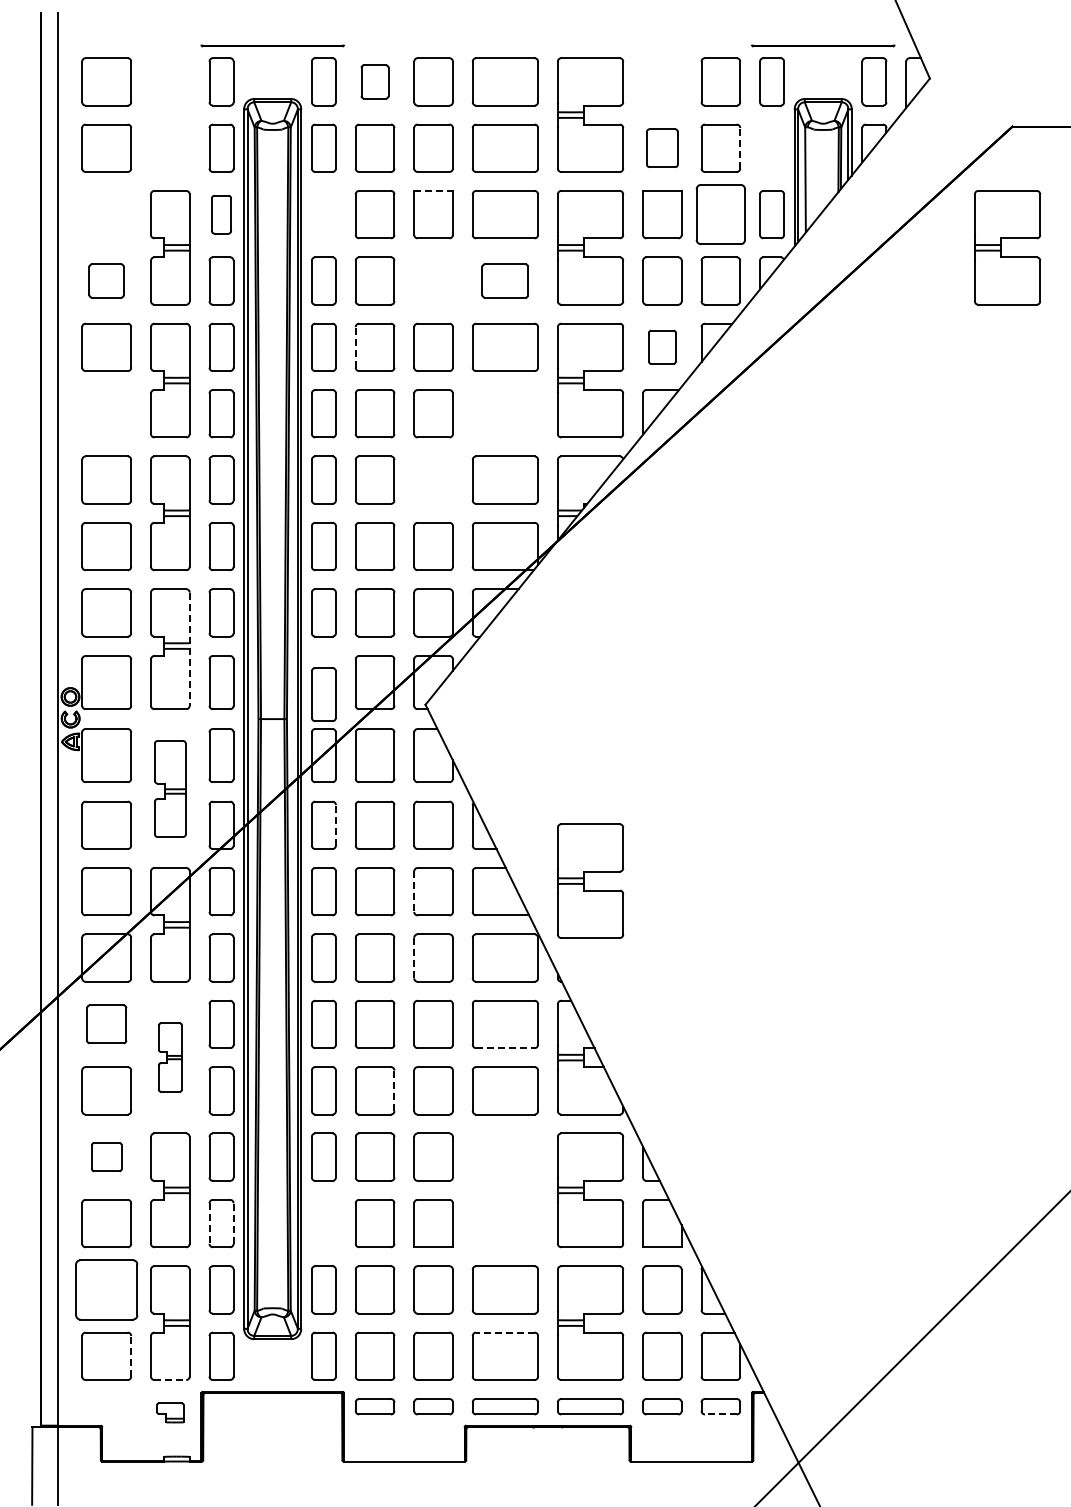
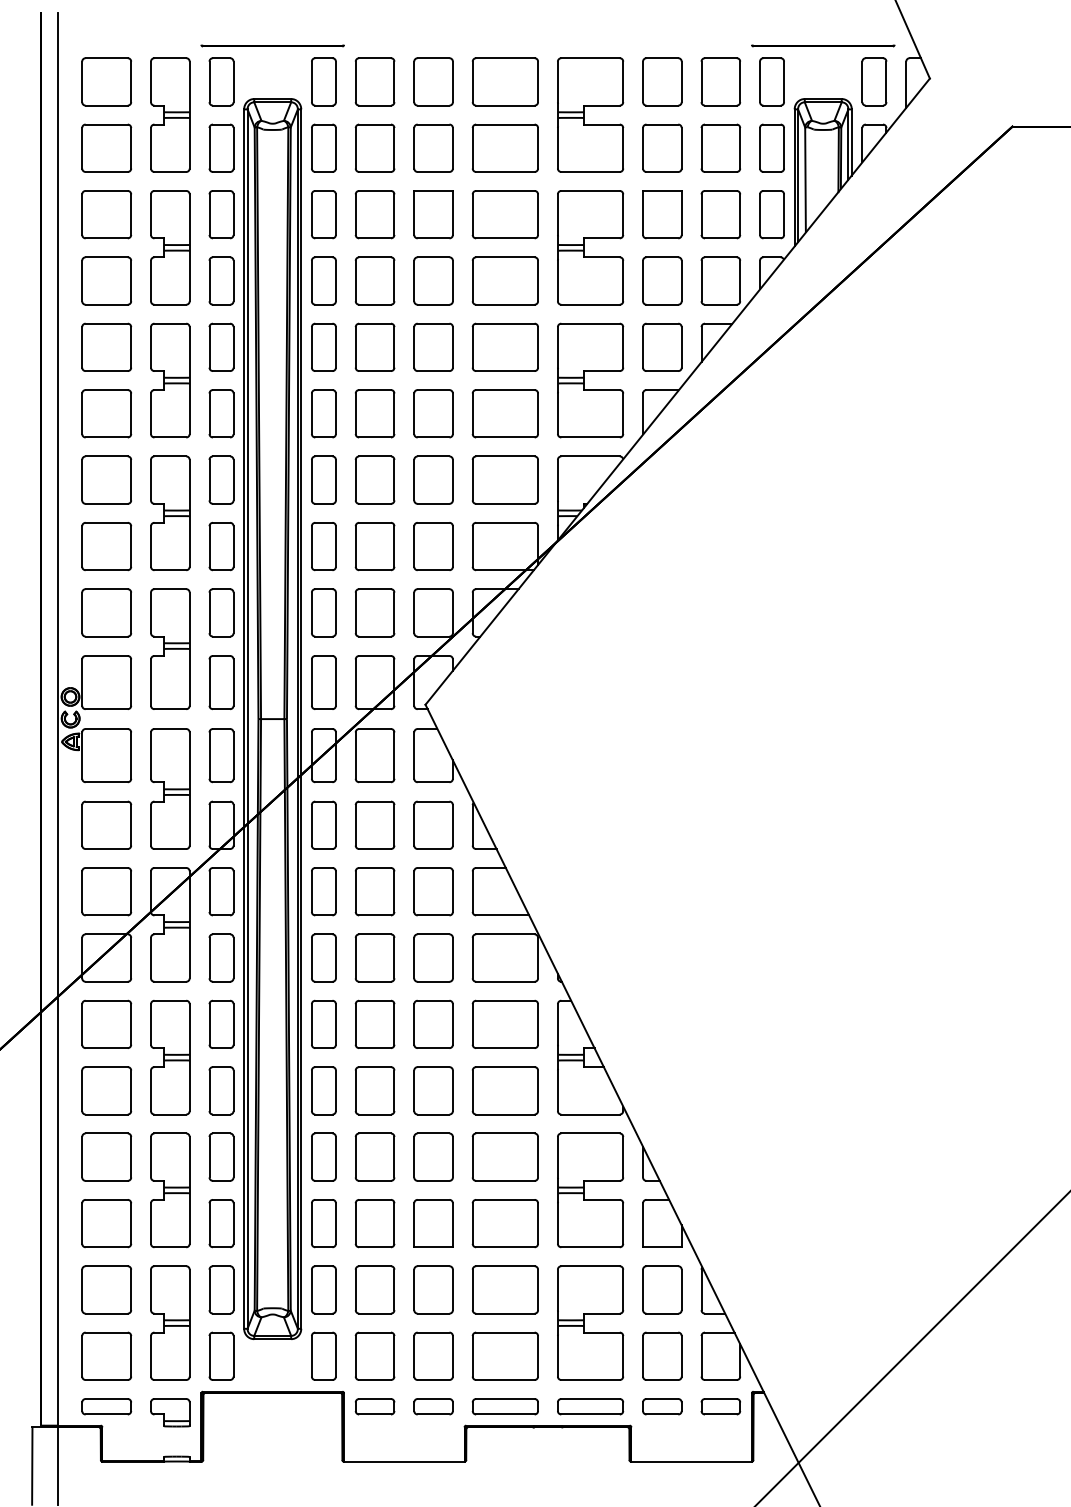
part at (374, 81) size: 30x36 px -> 42x50 px
part at (662, 81): none -> present
part at (170, 114): none -> present
part at (662, 147) size: 33x40 px -> 41x50 px
line at (740, 147): dashed -> solid
part at (771, 147): none -> present
line at (434, 190): dashed -> solid
part at (106, 214): none -> present
part at (221, 214) size: 21x40 px -> 27x50 px
part at (323, 214): none -> present
part at (720, 214) size: 51x62 px -> 42x50 px
part at (1007, 247): present -> none
part at (106, 280) size: 37x36 px -> 51x50 px
part at (433, 280): none -> present
part at (504, 280) size: 48x36 px -> 68x50 px
line at (355, 346): dashed -> solid
part at (662, 346) size: 29x36 px -> 41x50 px
part at (106, 413): none -> present
part at (504, 413): none -> present
part at (433, 479): none -> present
line at (189, 649): dashed -> solid
part at (323, 694) position: (323, 694) -> (323, 682)
part at (170, 788) size: 33x98 px -> 41x122 px
line at (335, 824): dashed -> solid
part at (590, 880): present -> none
line at (414, 892): dashed -> solid
line at (414, 958): dashed -> solid
part at (106, 1024) size: 42x41 px -> 52x50 px
line at (505, 1048): dashed -> solid
part at (170, 1057) size: 25x71 px -> 41x117 px
line at (394, 1090): dashed -> solid
part at (504, 1156): none -> present
part at (106, 1157) size: 32x31 px -> 52x50 px
line at (233, 1223): dashed -> solid
part at (323, 1223): none -> present
part at (504, 1223): none -> present
line at (209, 1224): dashed -> solid
part at (106, 1289) size: 64x62 px -> 51x50 px
line at (504, 1332): dashed -> solid
line at (131, 1355): dashed -> solid
line at (170, 1380): dashed -> solid
part at (106, 1406): none -> present
part at (170, 1412) size: 29x22 px -> 41x30 px
line at (720, 1414): dashed -> solid
